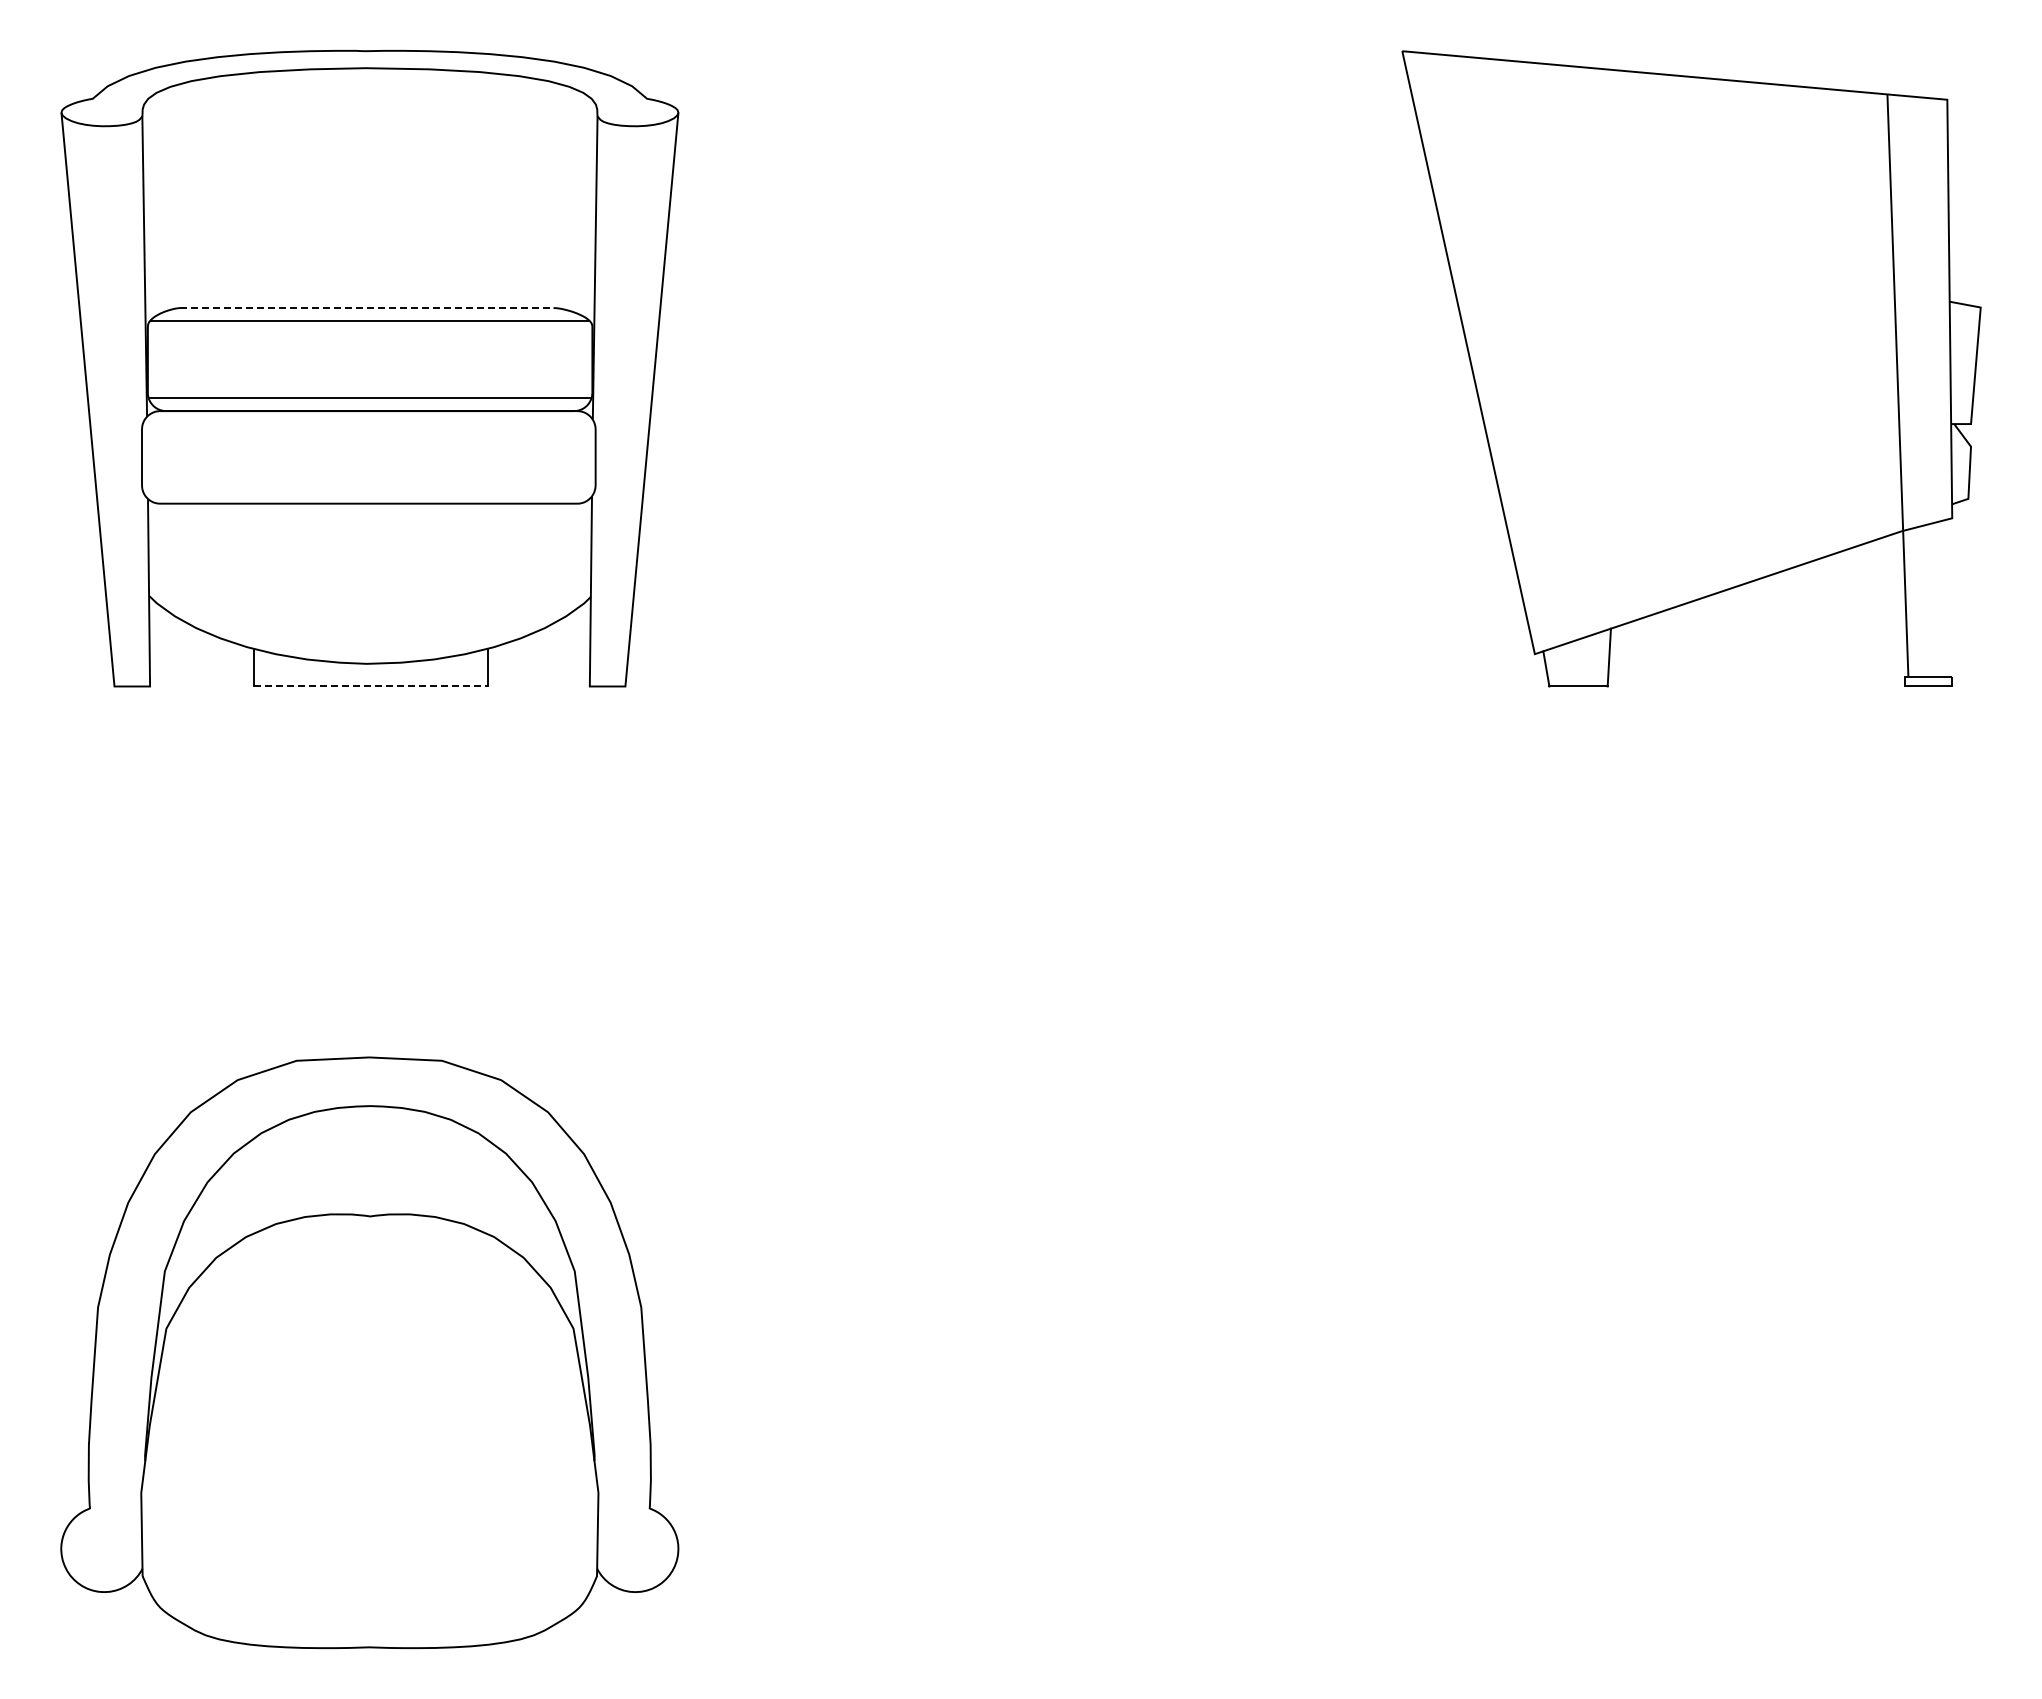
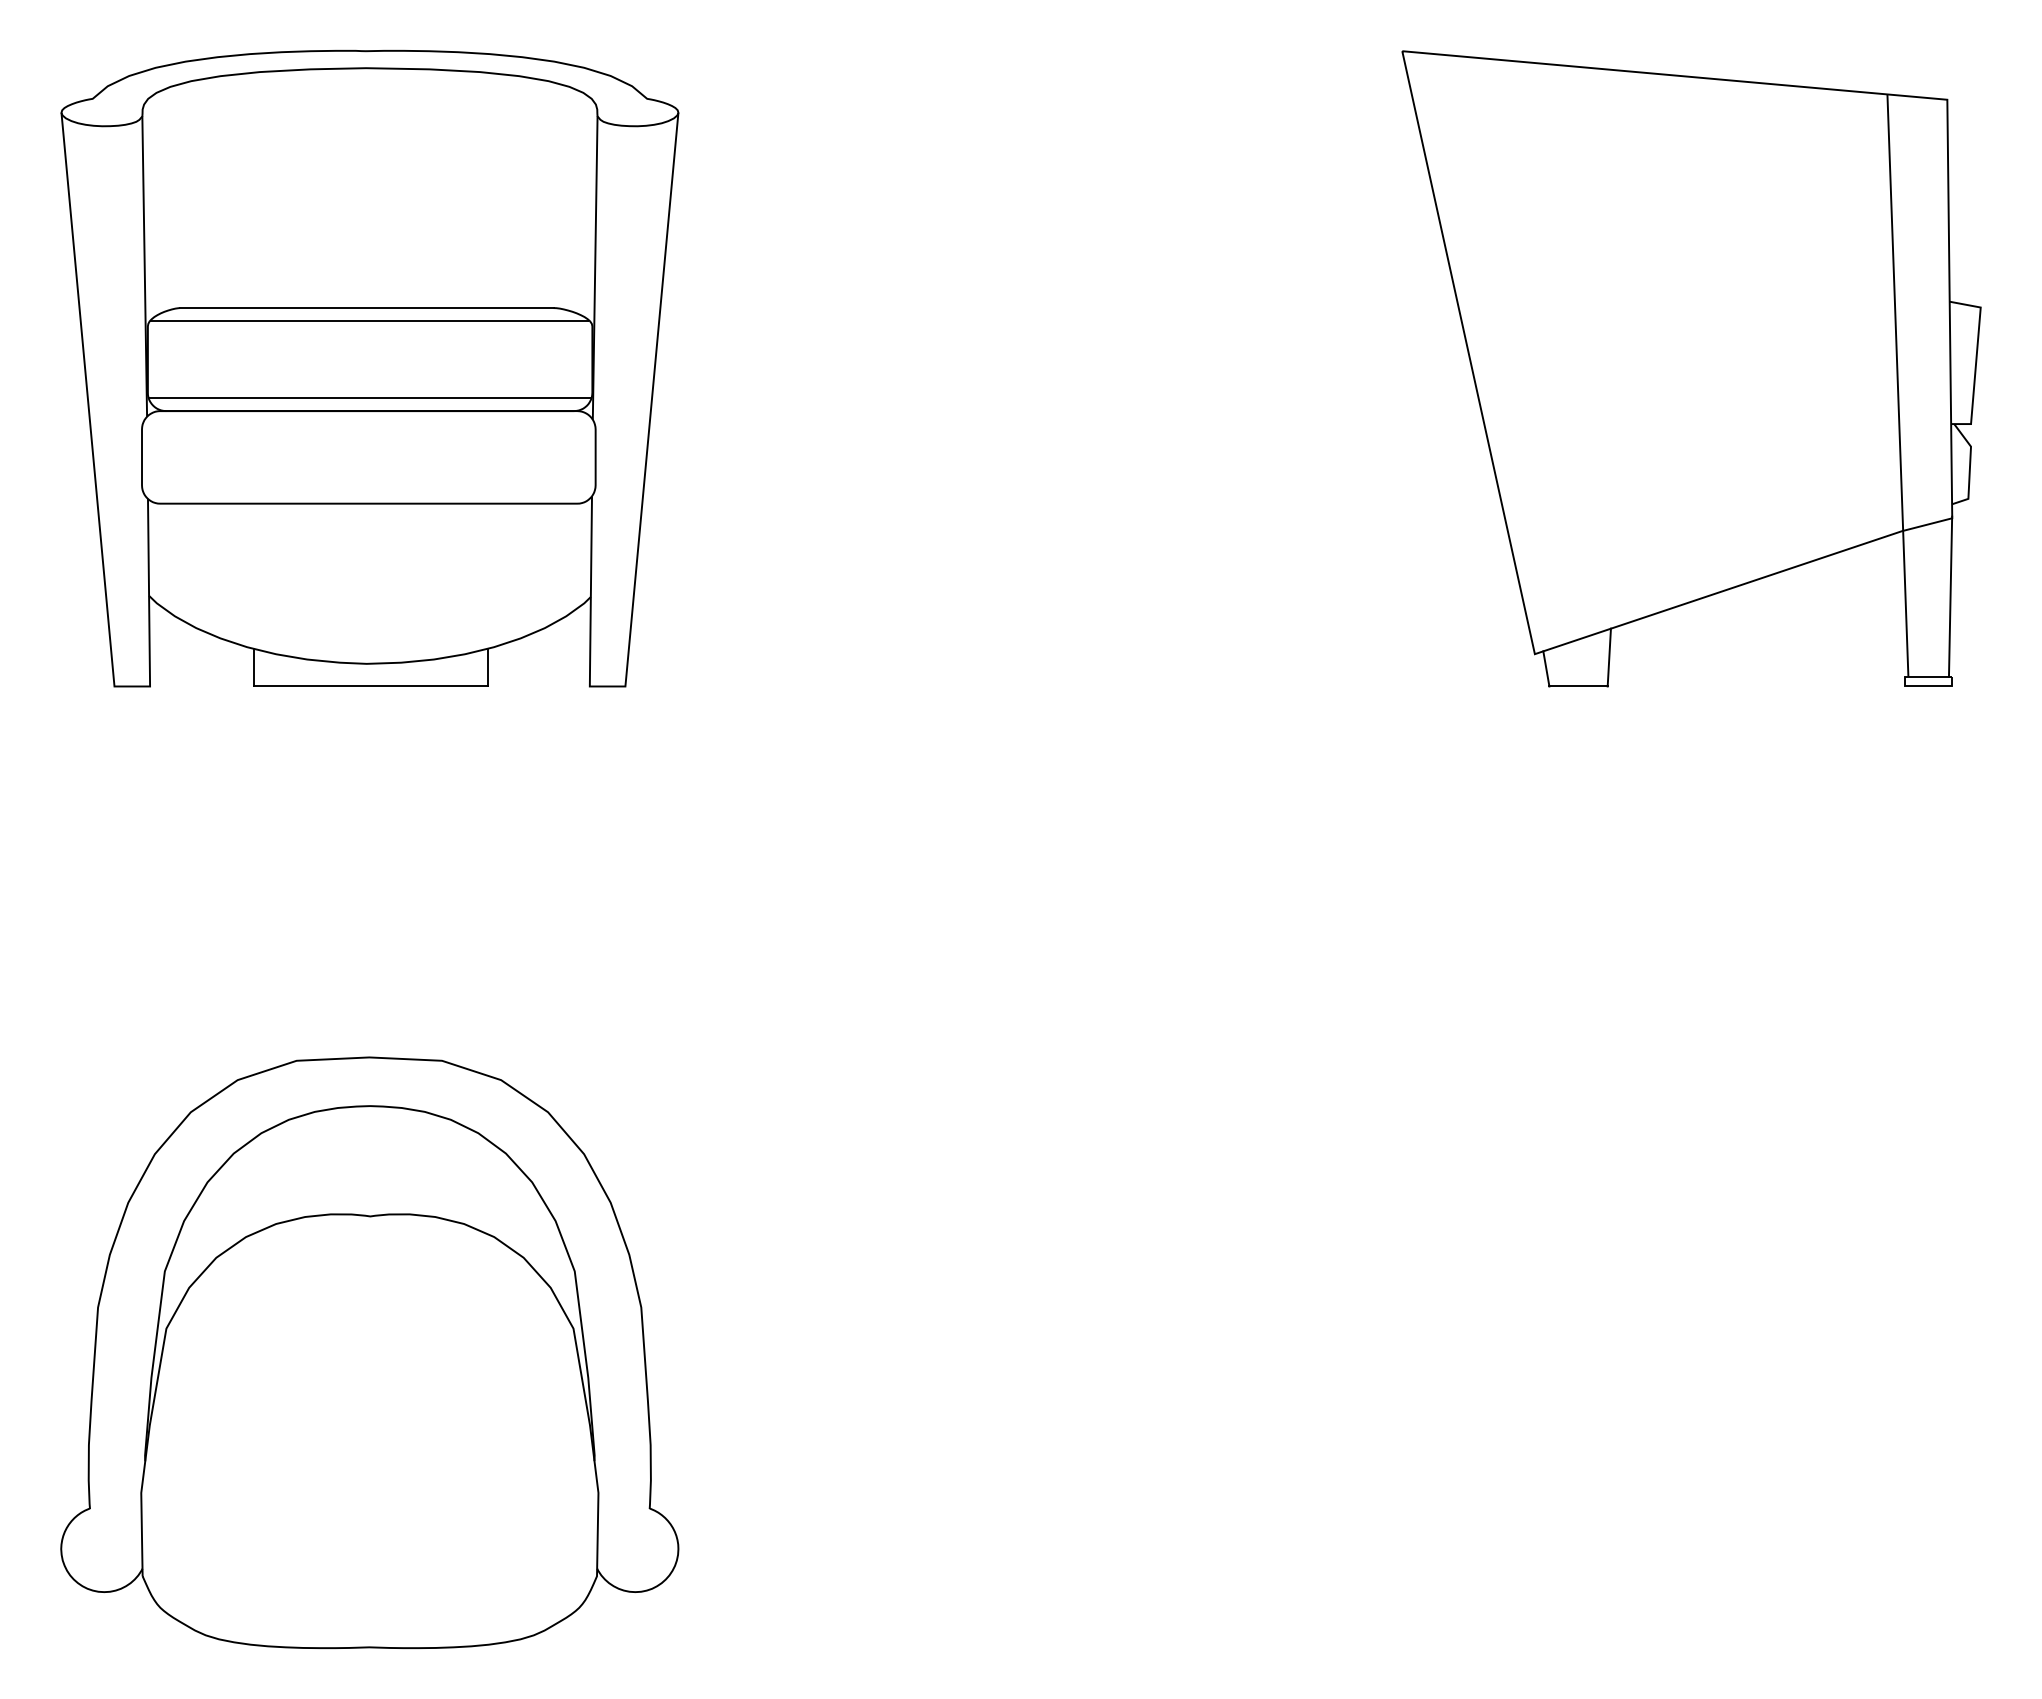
line at (366, 308): dashed -> solid
line at (1950, 596): none -> present
line at (371, 686): dashed -> solid
